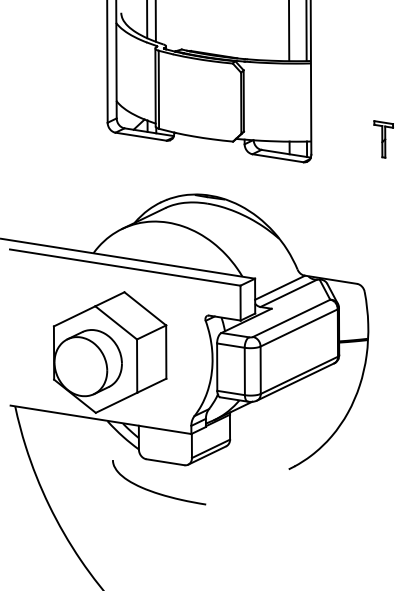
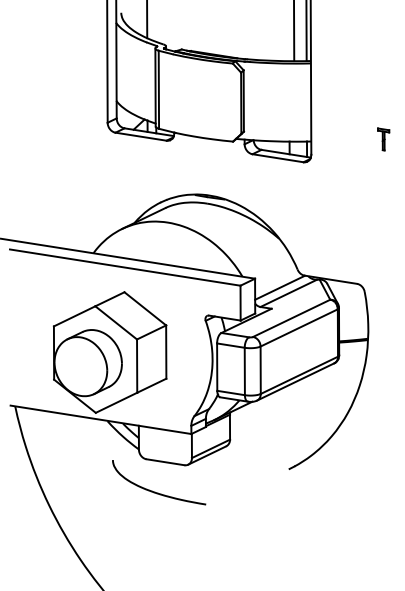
line at (155, 21): present -> none
line at (289, 31) position: (289, 31) -> (294, 31)
part at (383, 139) size: 21x39 px -> 14x25 px
